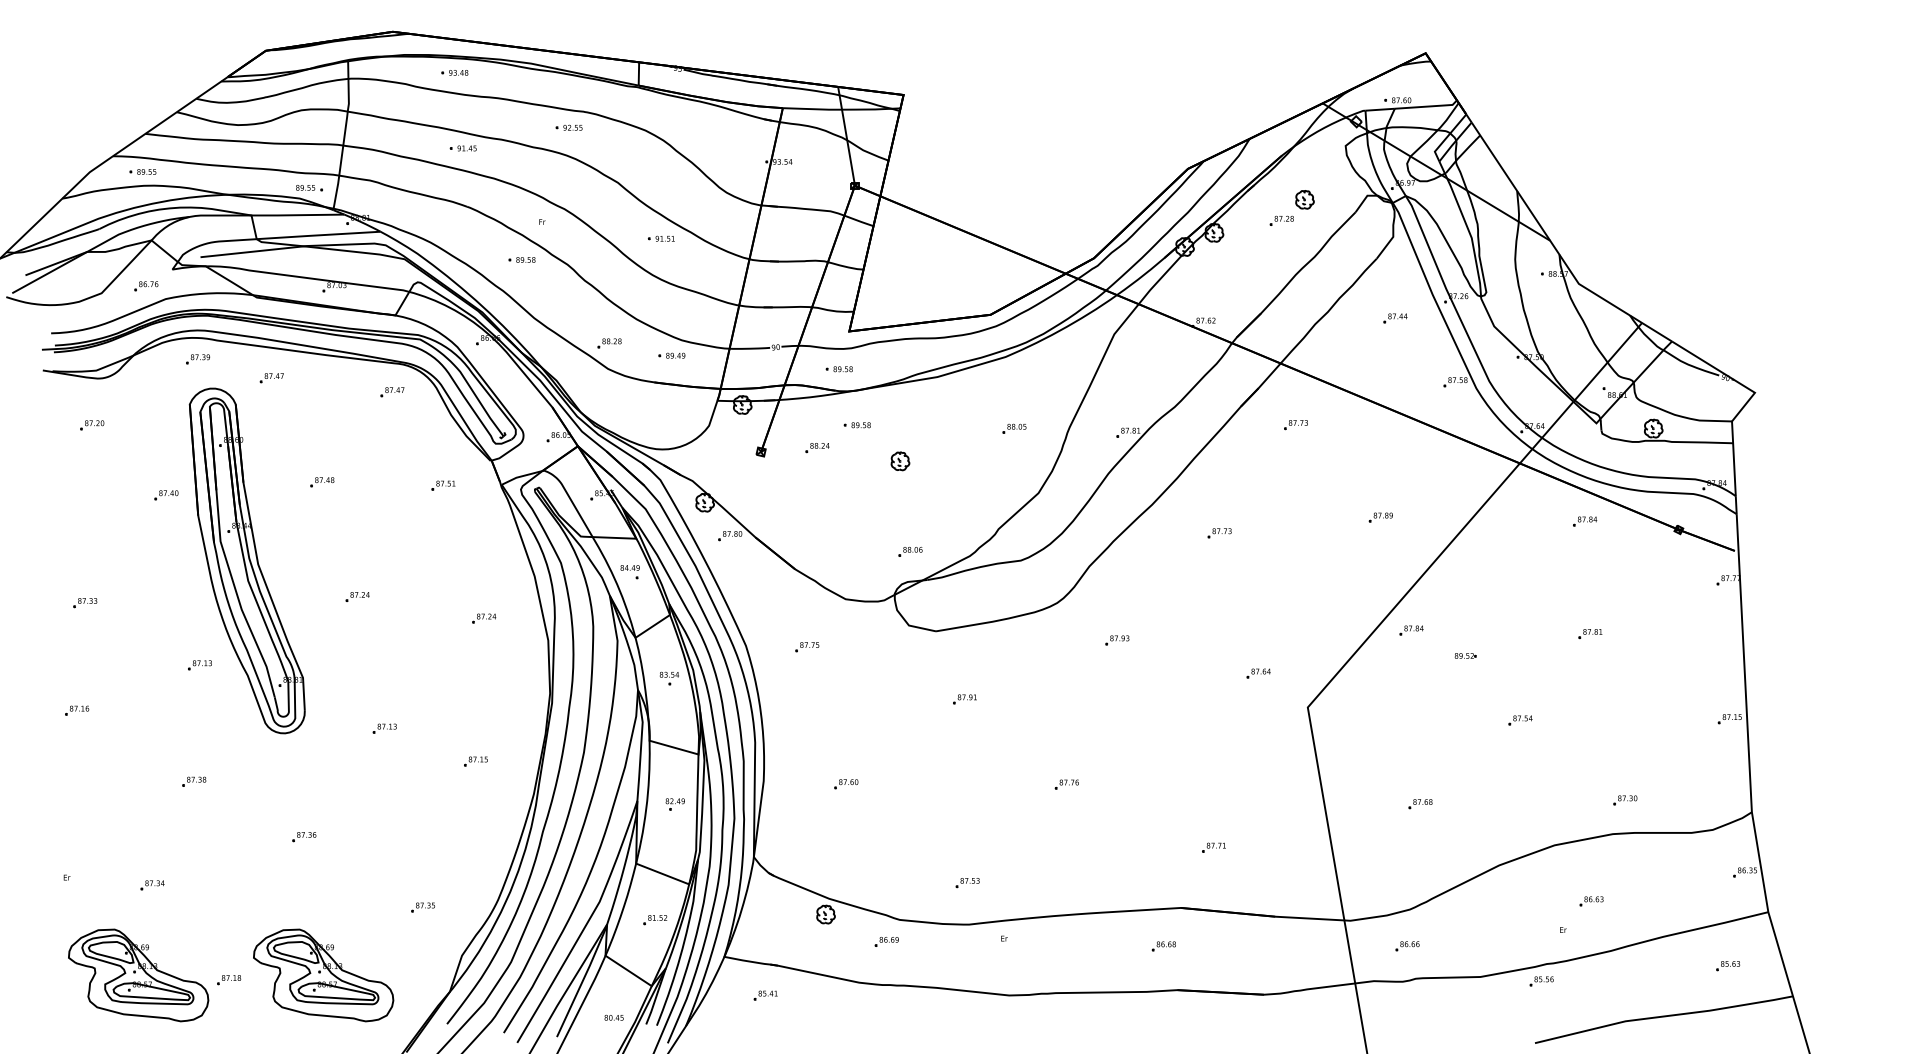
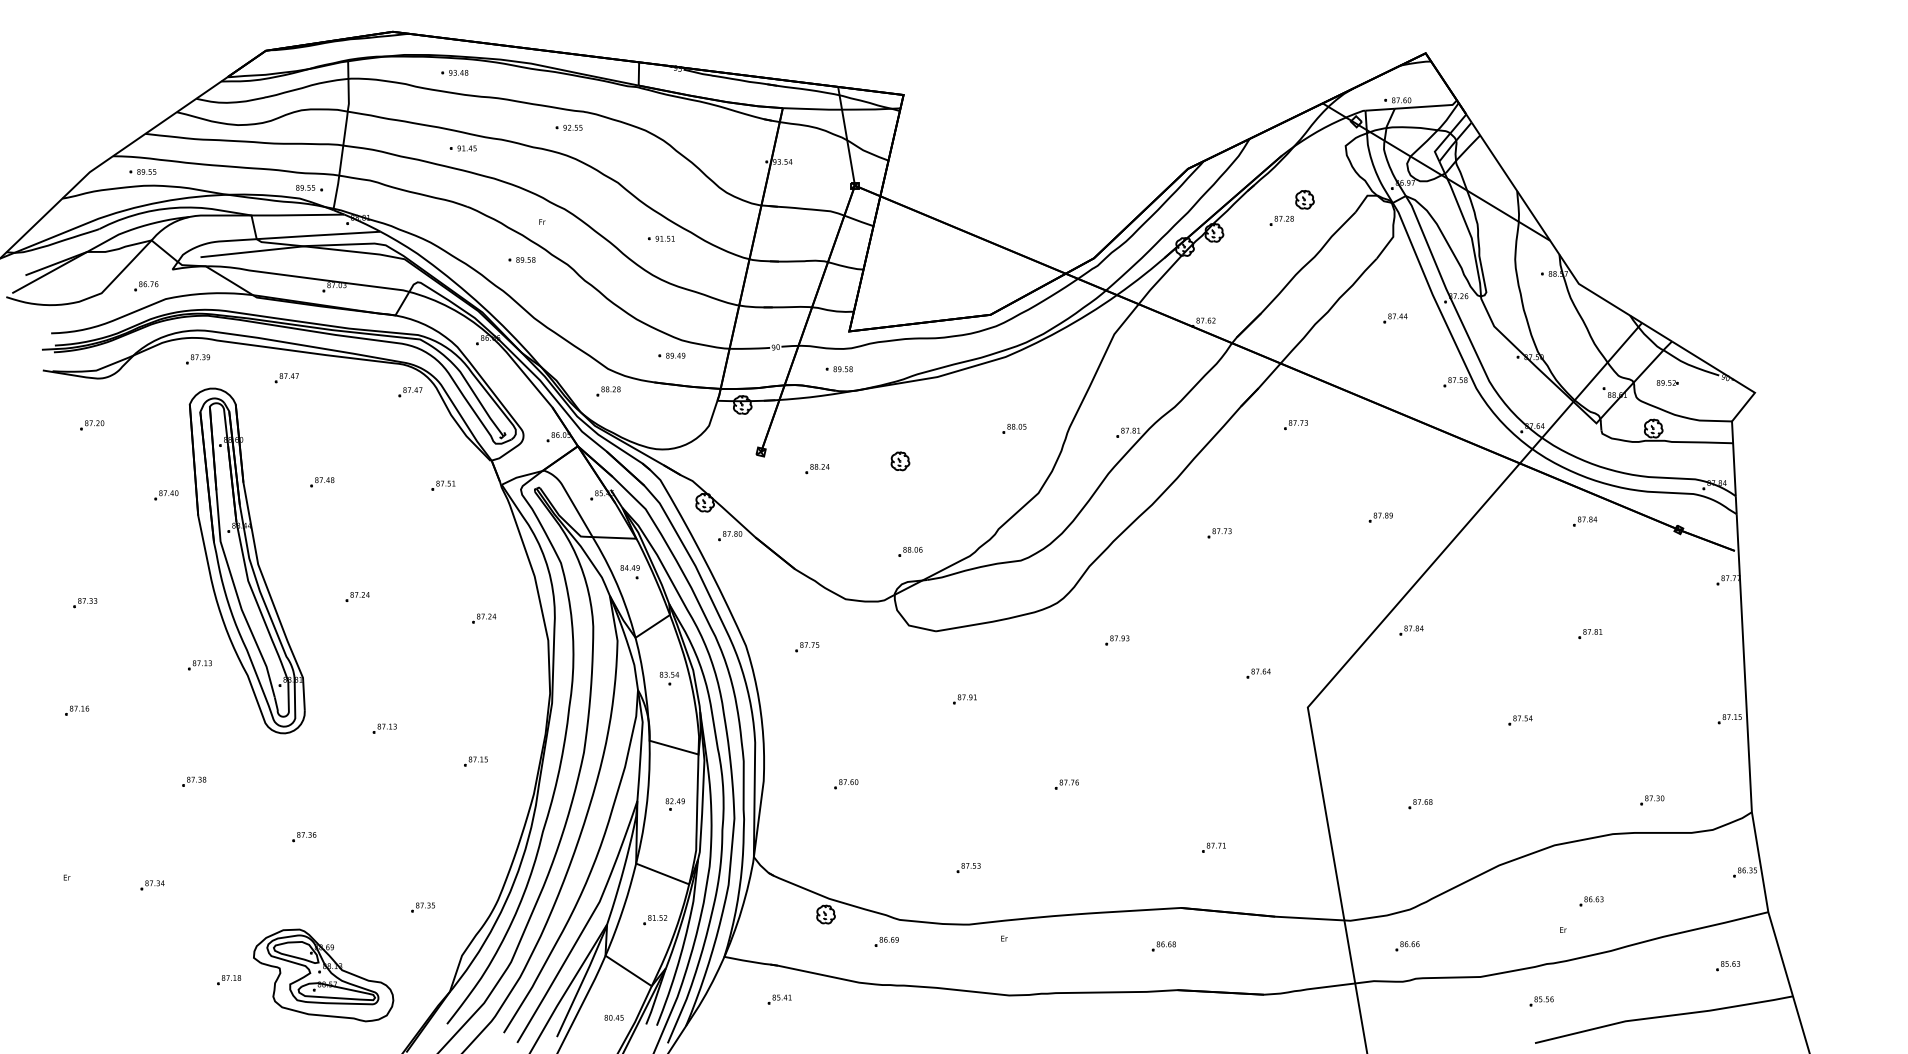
part at (609, 343) position: (609, 343) -> (608, 391)
part at (271, 378) position: (271, 378) -> (286, 378)
part at (392, 392) position: (392, 392) -> (410, 392)
part at (856, 425): present -> none
part at (817, 448) position: (817, 448) -> (817, 469)
part at (1465, 655) position: (1465, 655) -> (1667, 382)
part at (1625, 800) position: (1625, 800) -> (1652, 800)
part at (967, 883) position: (967, 883) -> (968, 868)
part at (138, 975): present -> none
part at (1541, 981) position: (1541, 981) -> (1541, 1001)
part at (765, 995) position: (765, 995) -> (779, 999)
